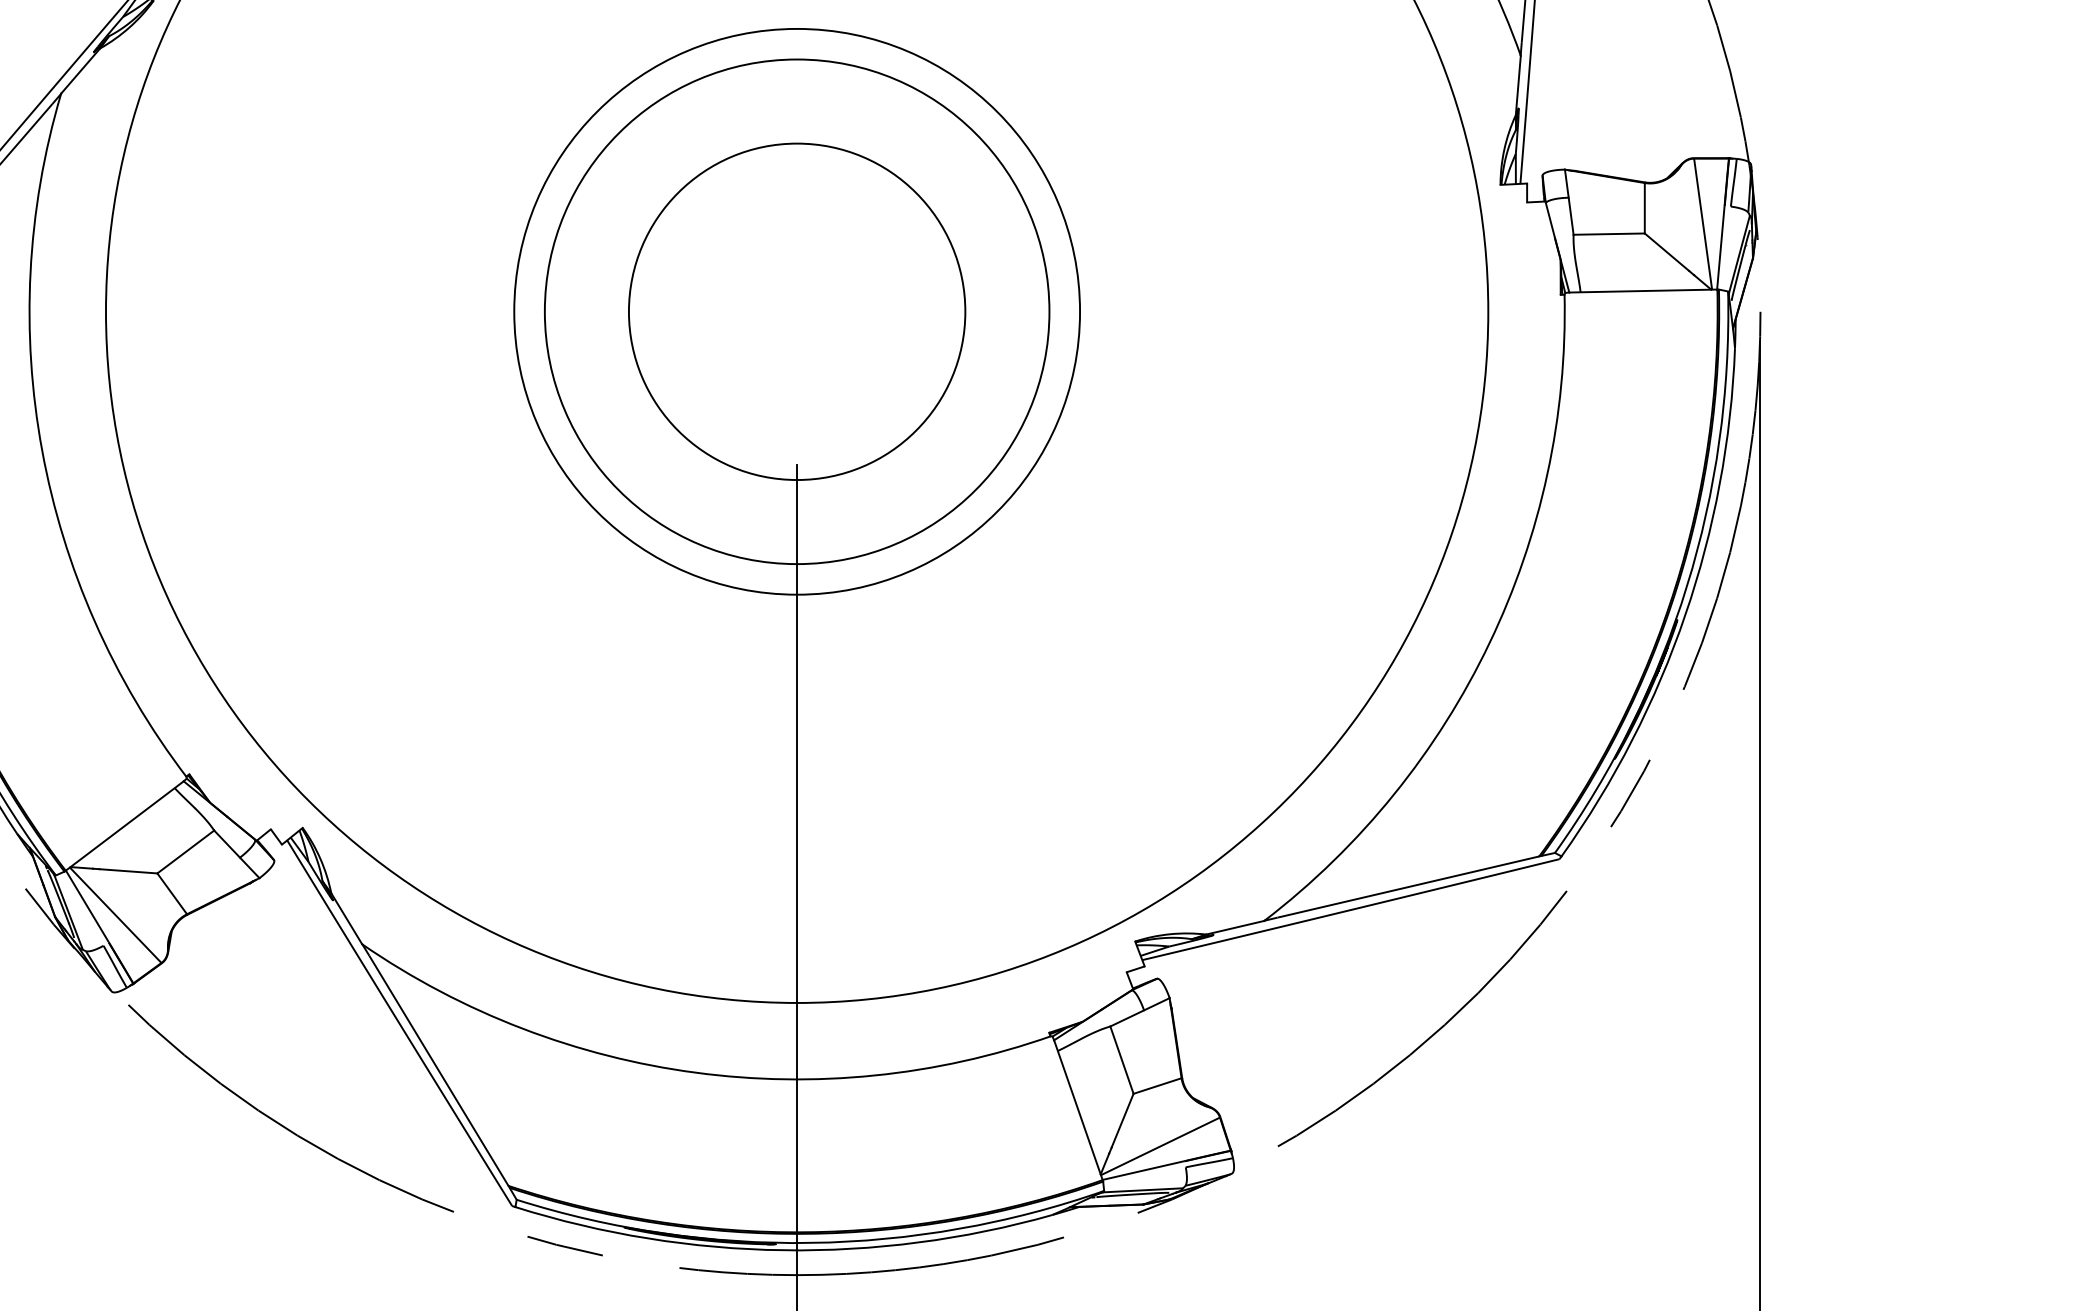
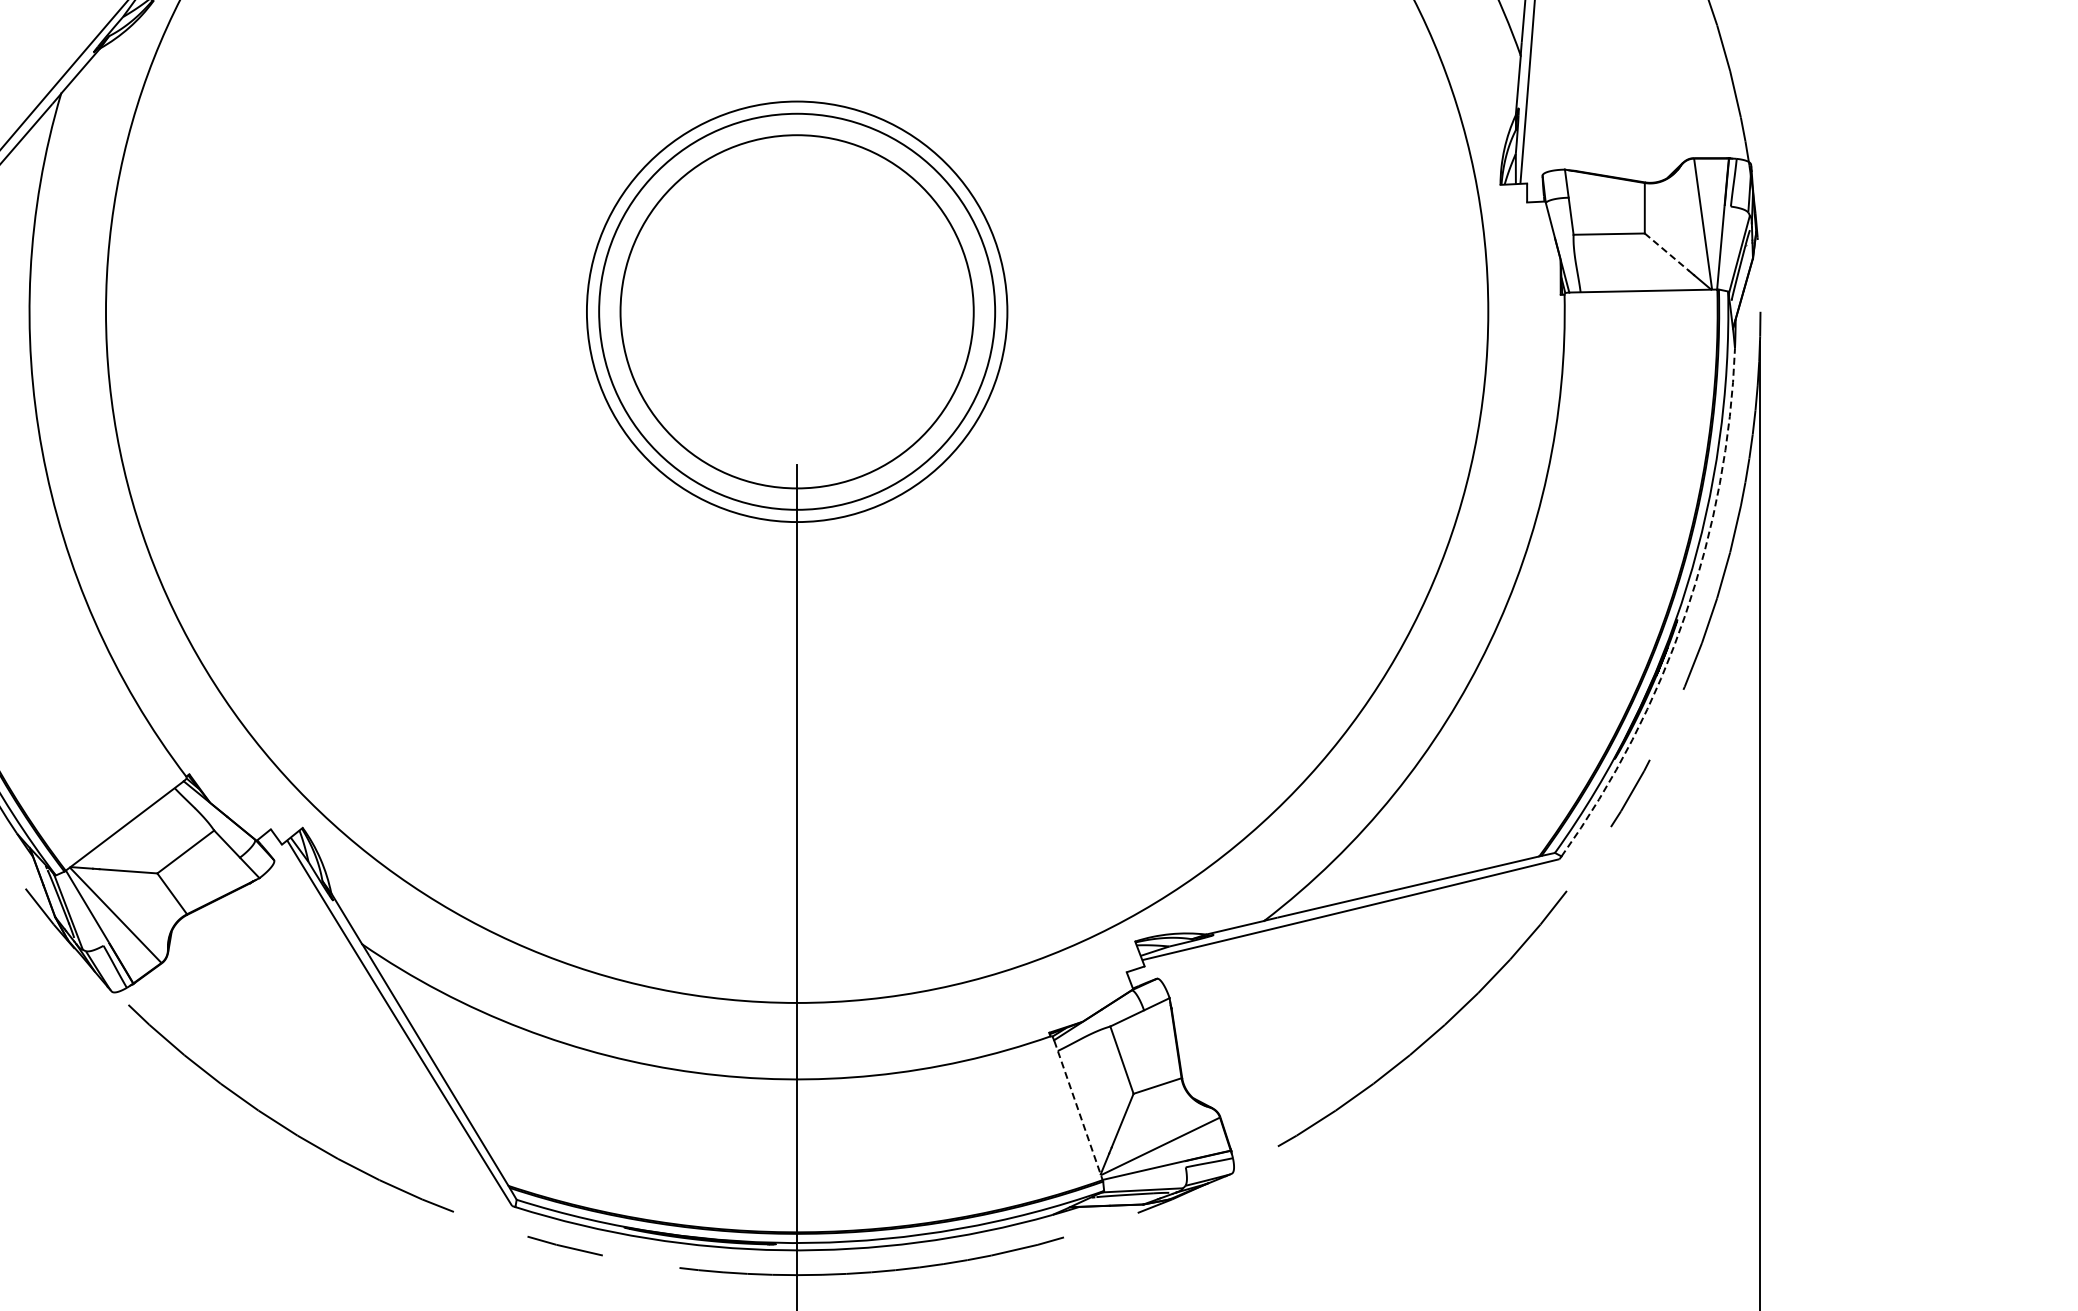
line at (1667, 252): solid -> dashed
circle at (796, 311) diameter: 336 px -> 420 px
circle at (796, 311) diameter: 505 px -> 353 px
circle at (797, 311) diameter: 566 px -> 396 px
arc at (1685, 615): solid -> dashed
line at (1078, 1110): solid -> dashed
